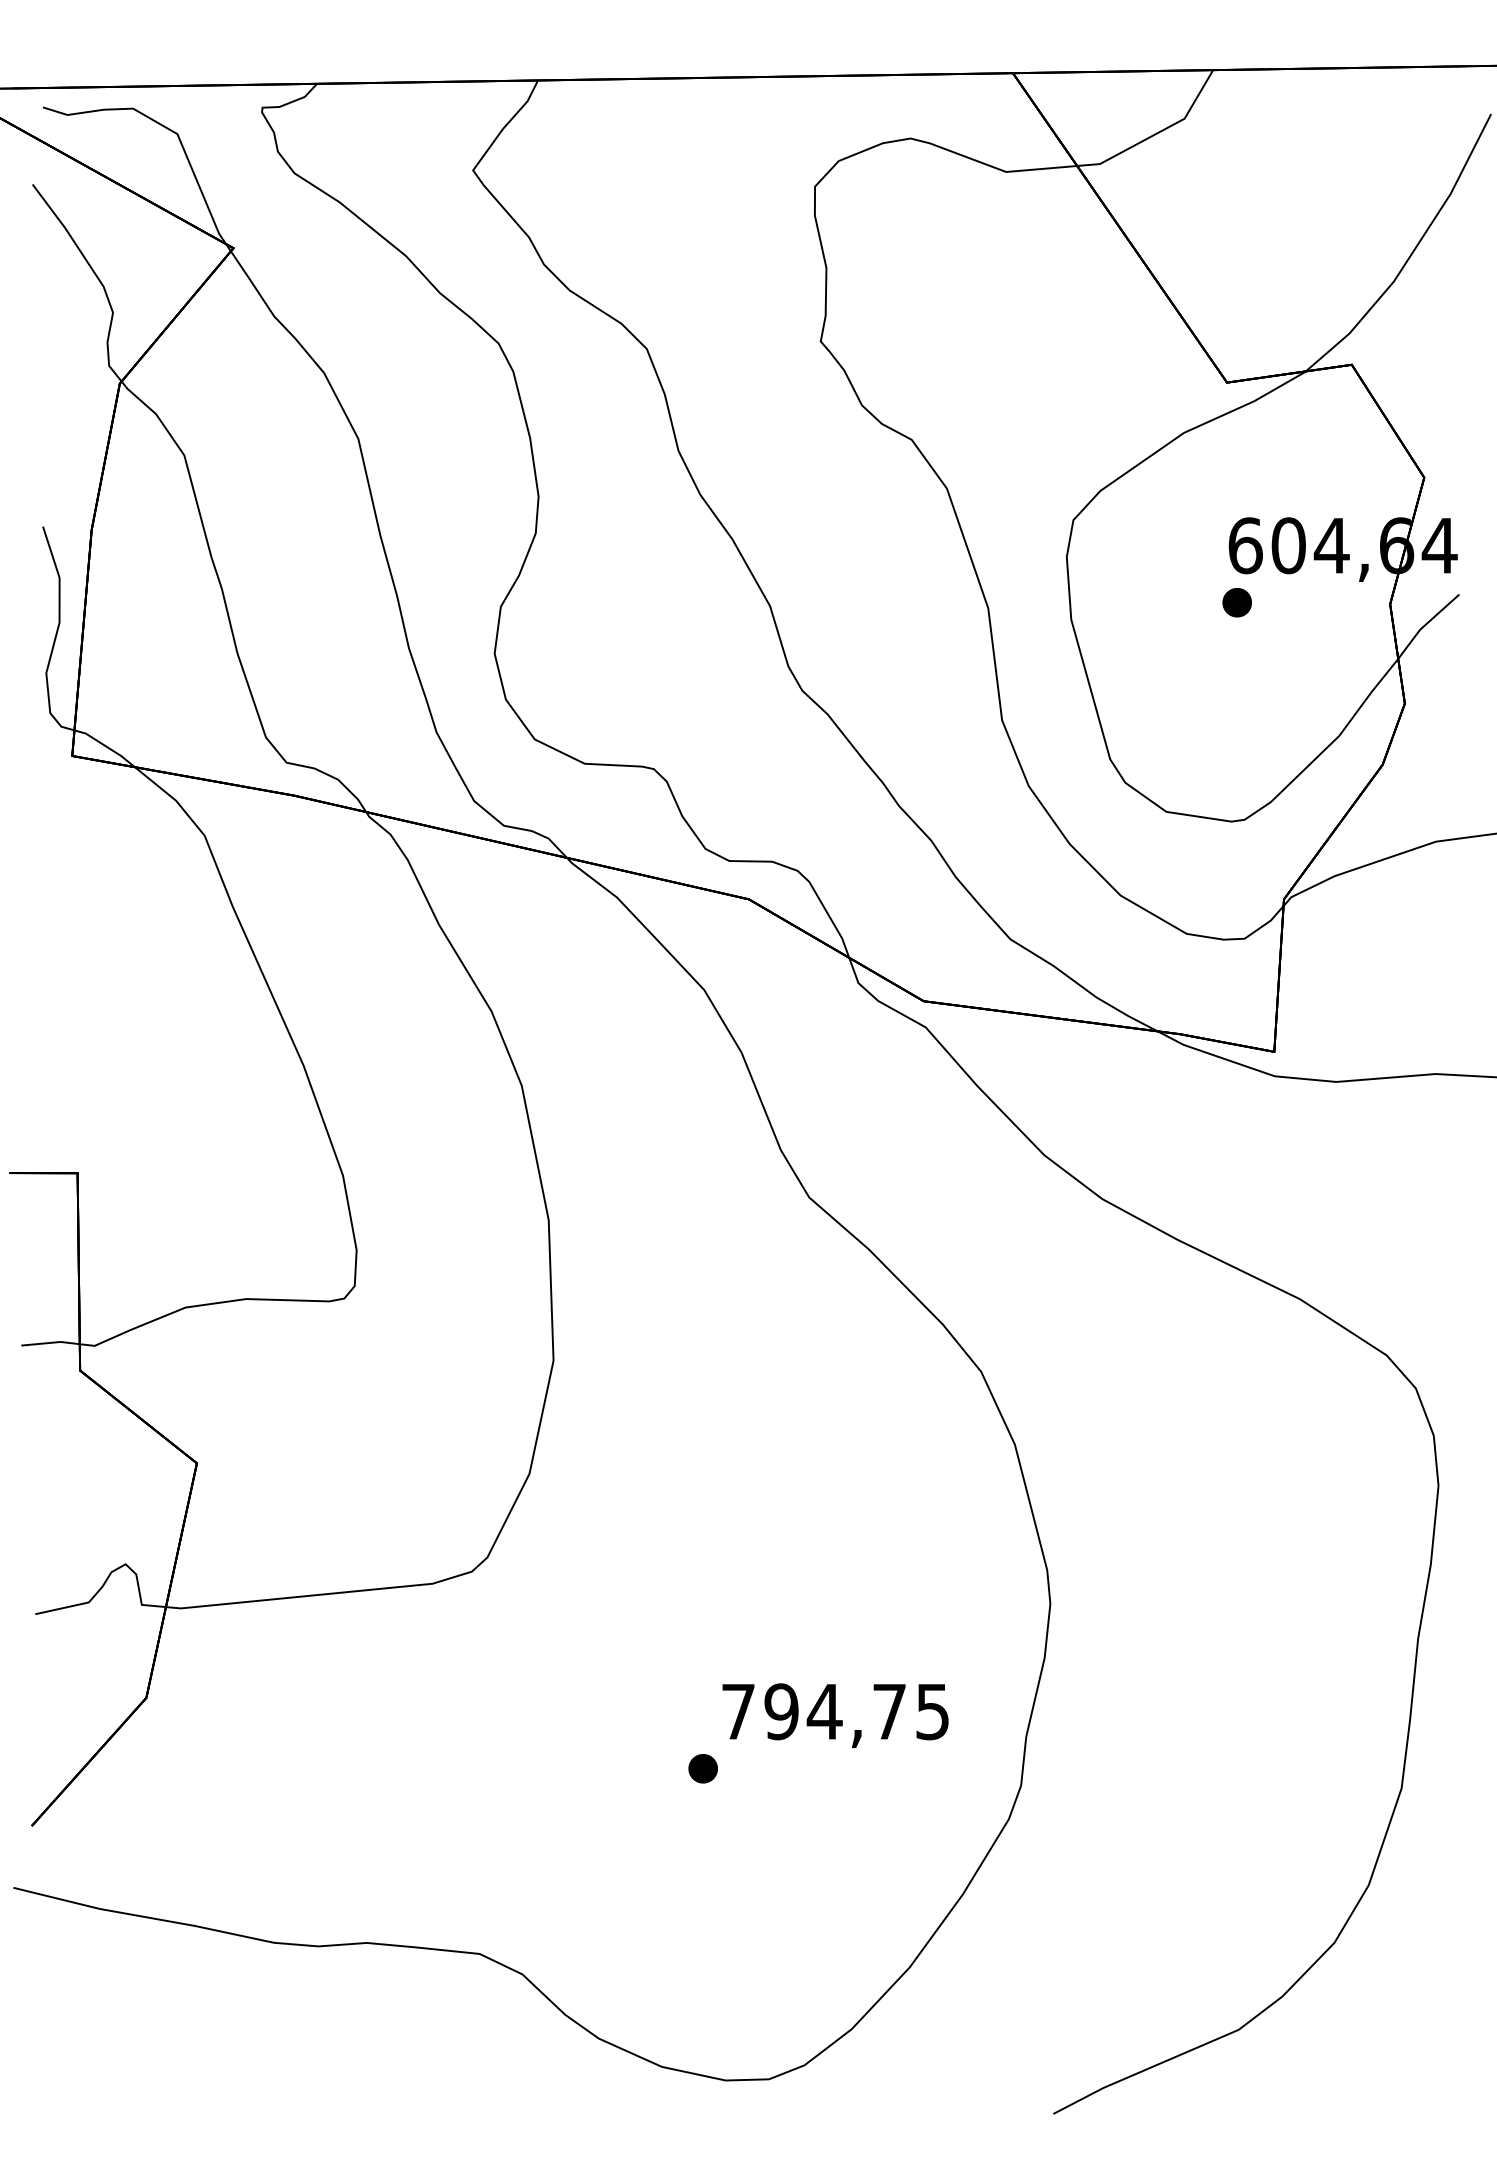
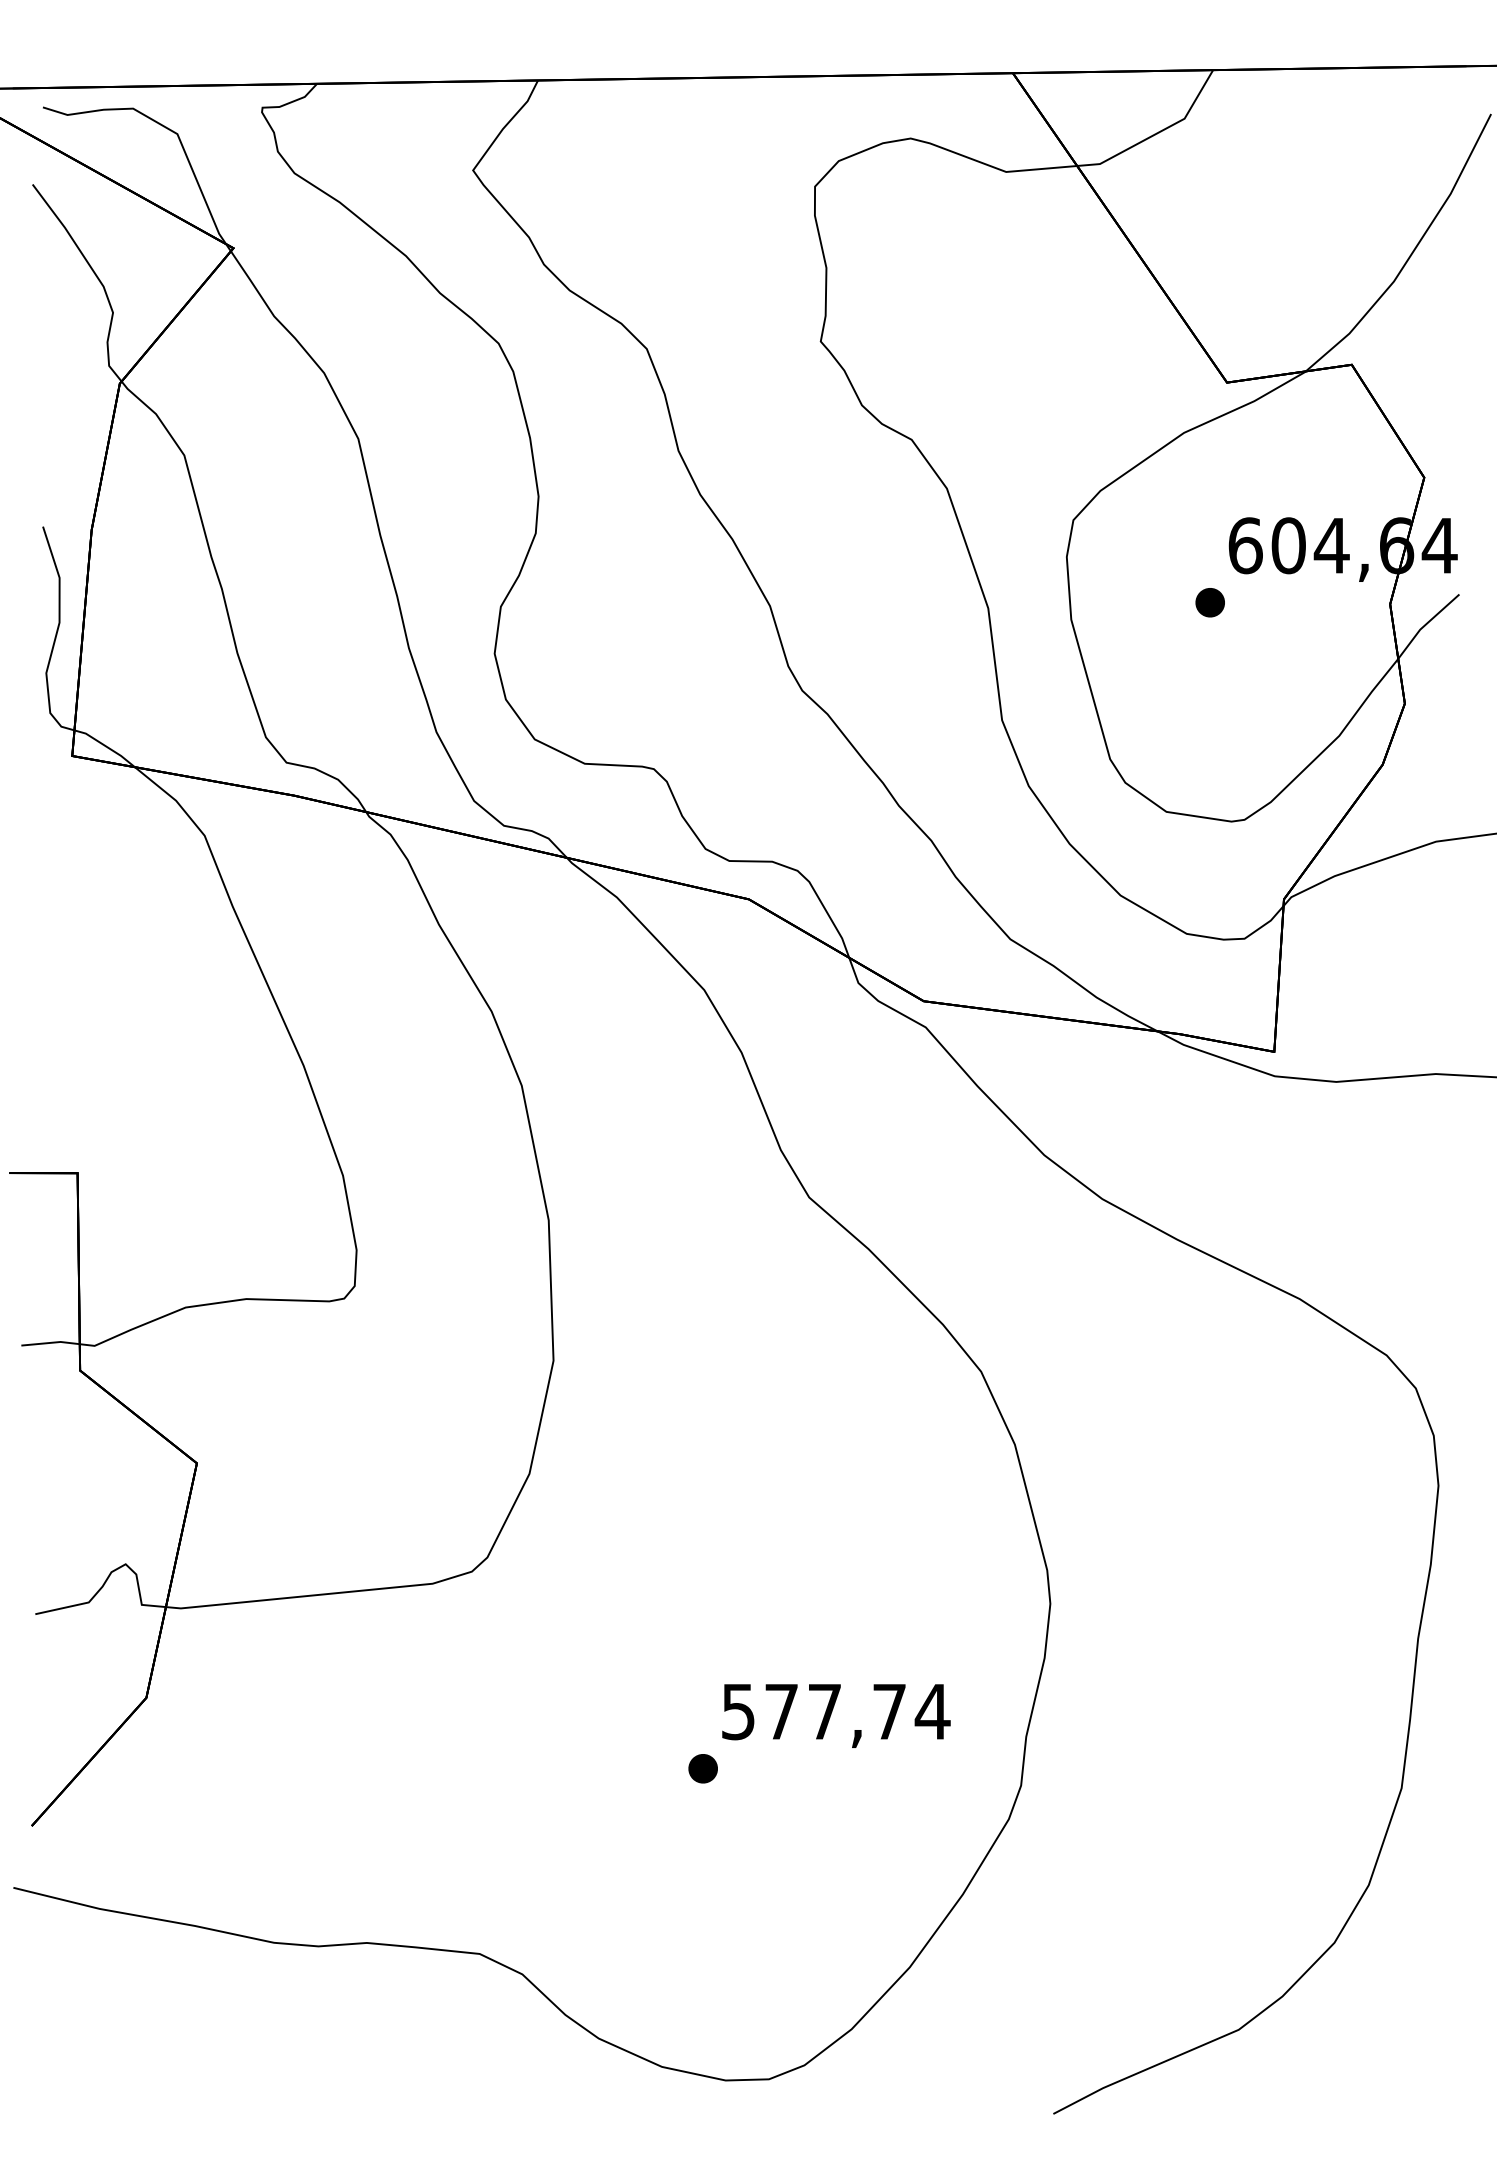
part at (1236, 602) position: (1236, 602) -> (1209, 602)
text at (836, 1711): 794,75 -> 577,74
